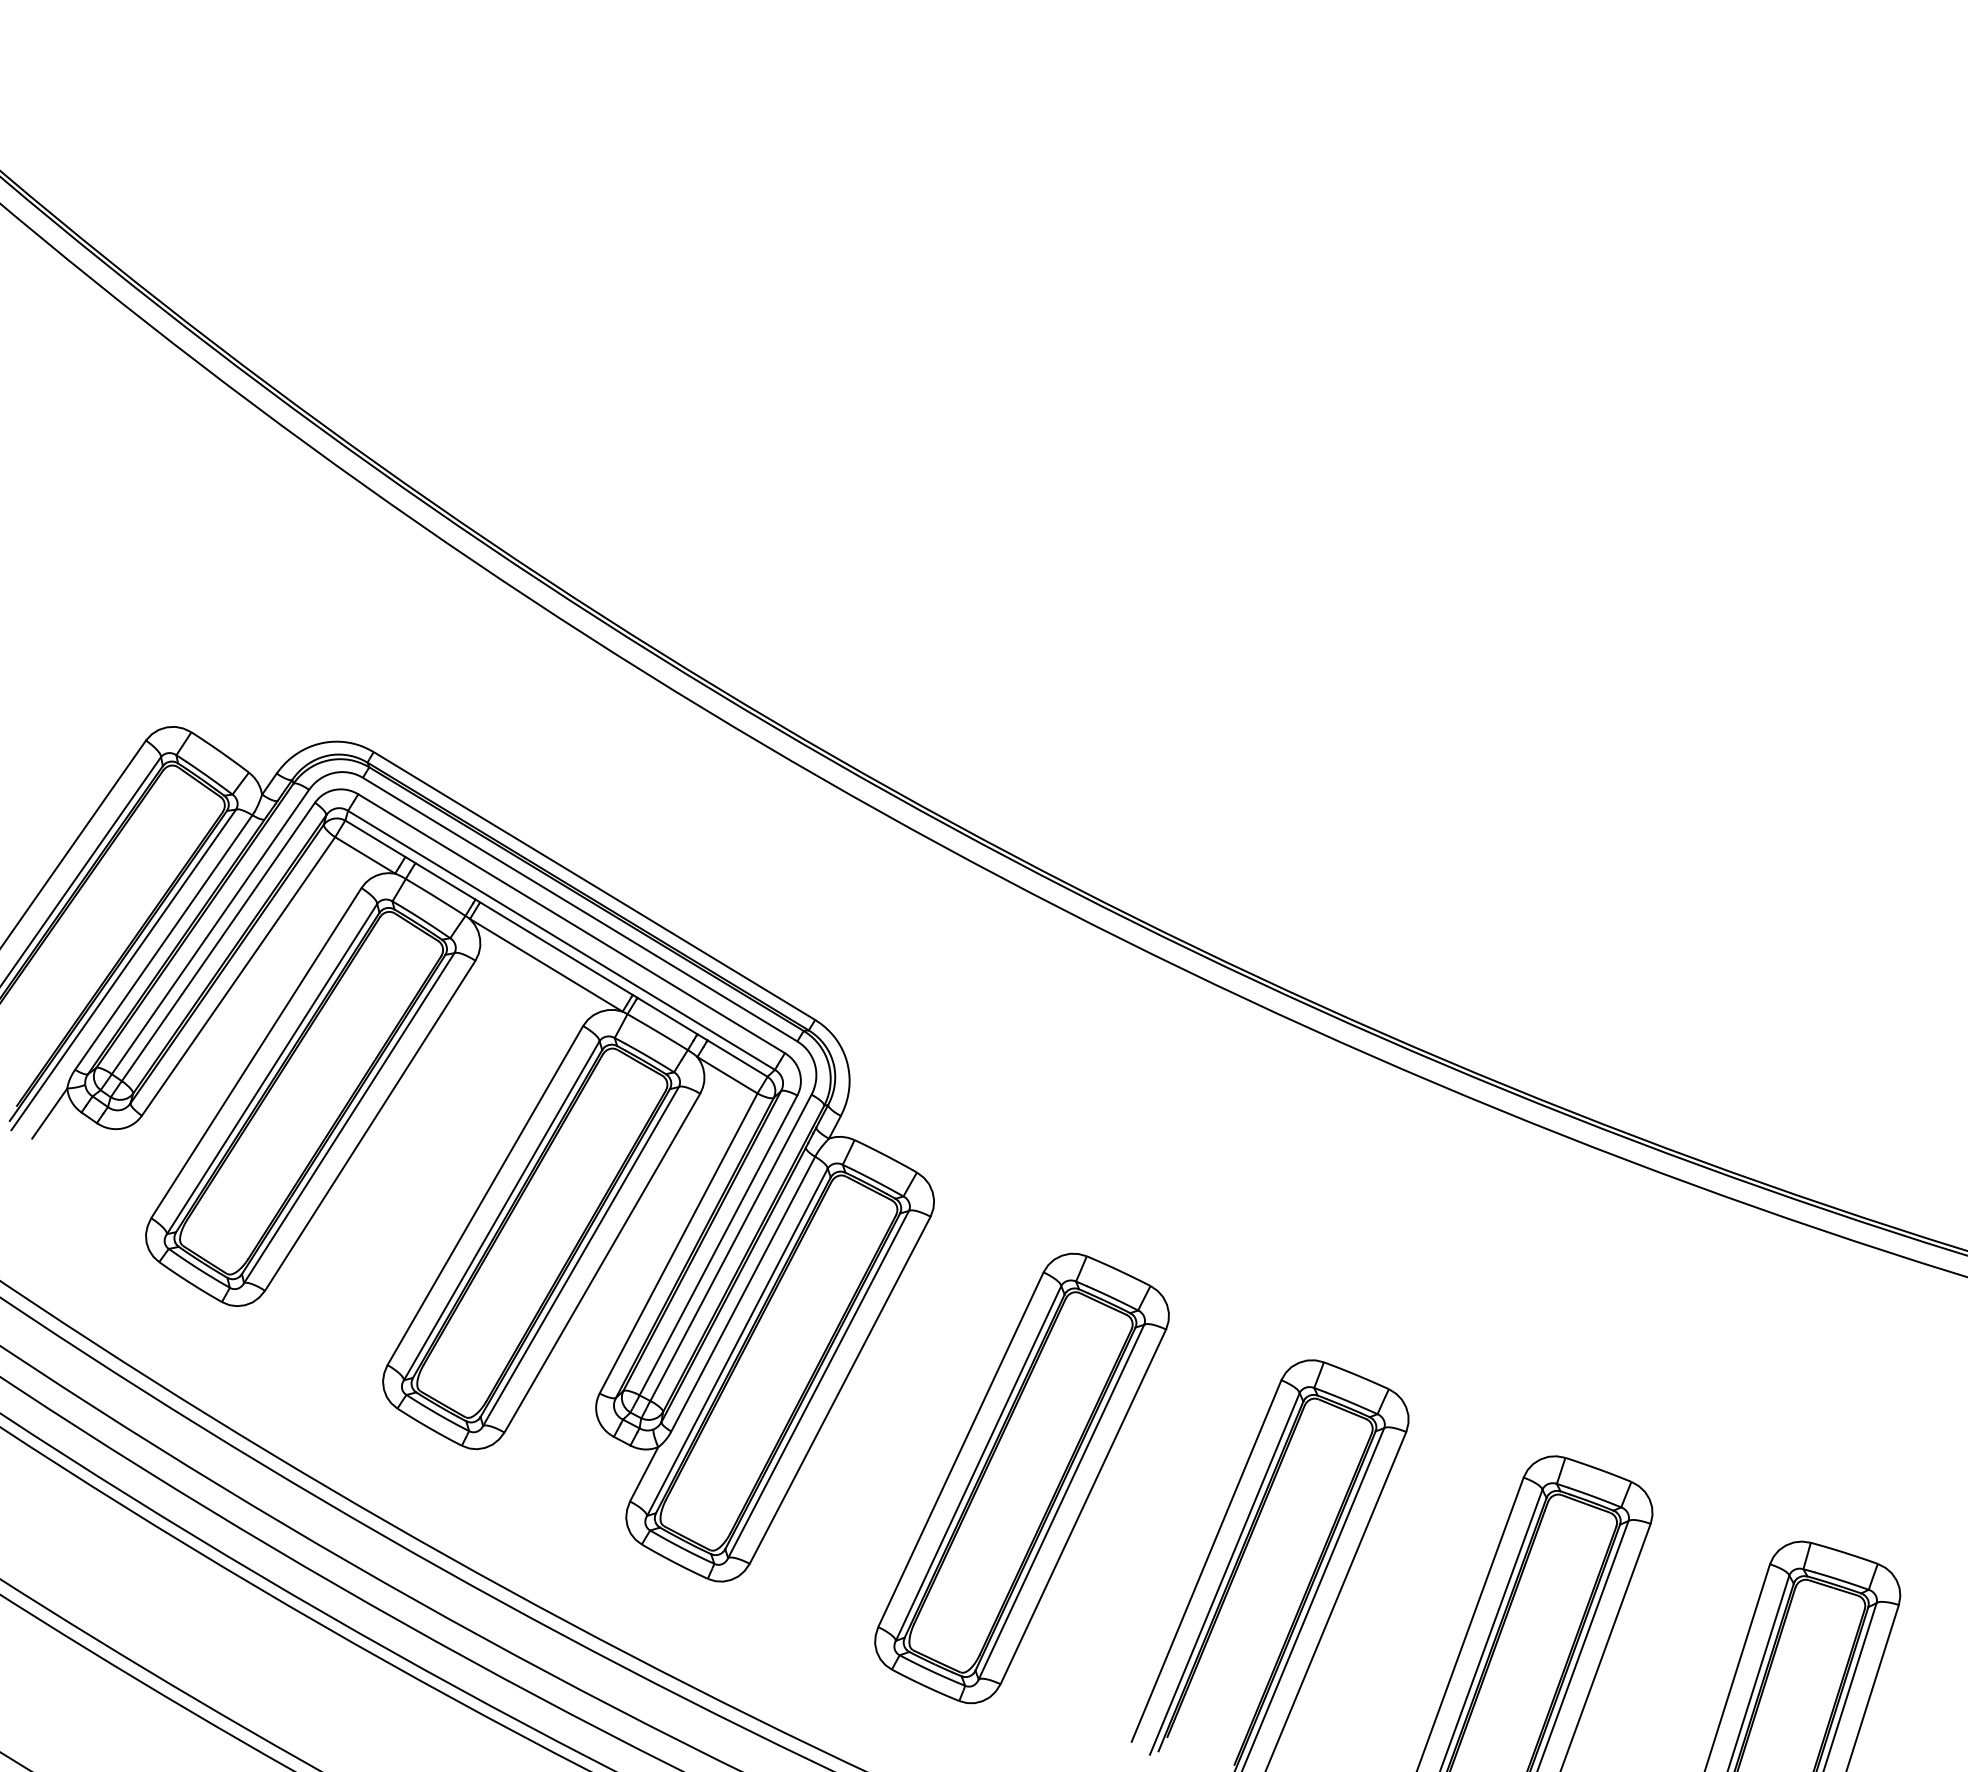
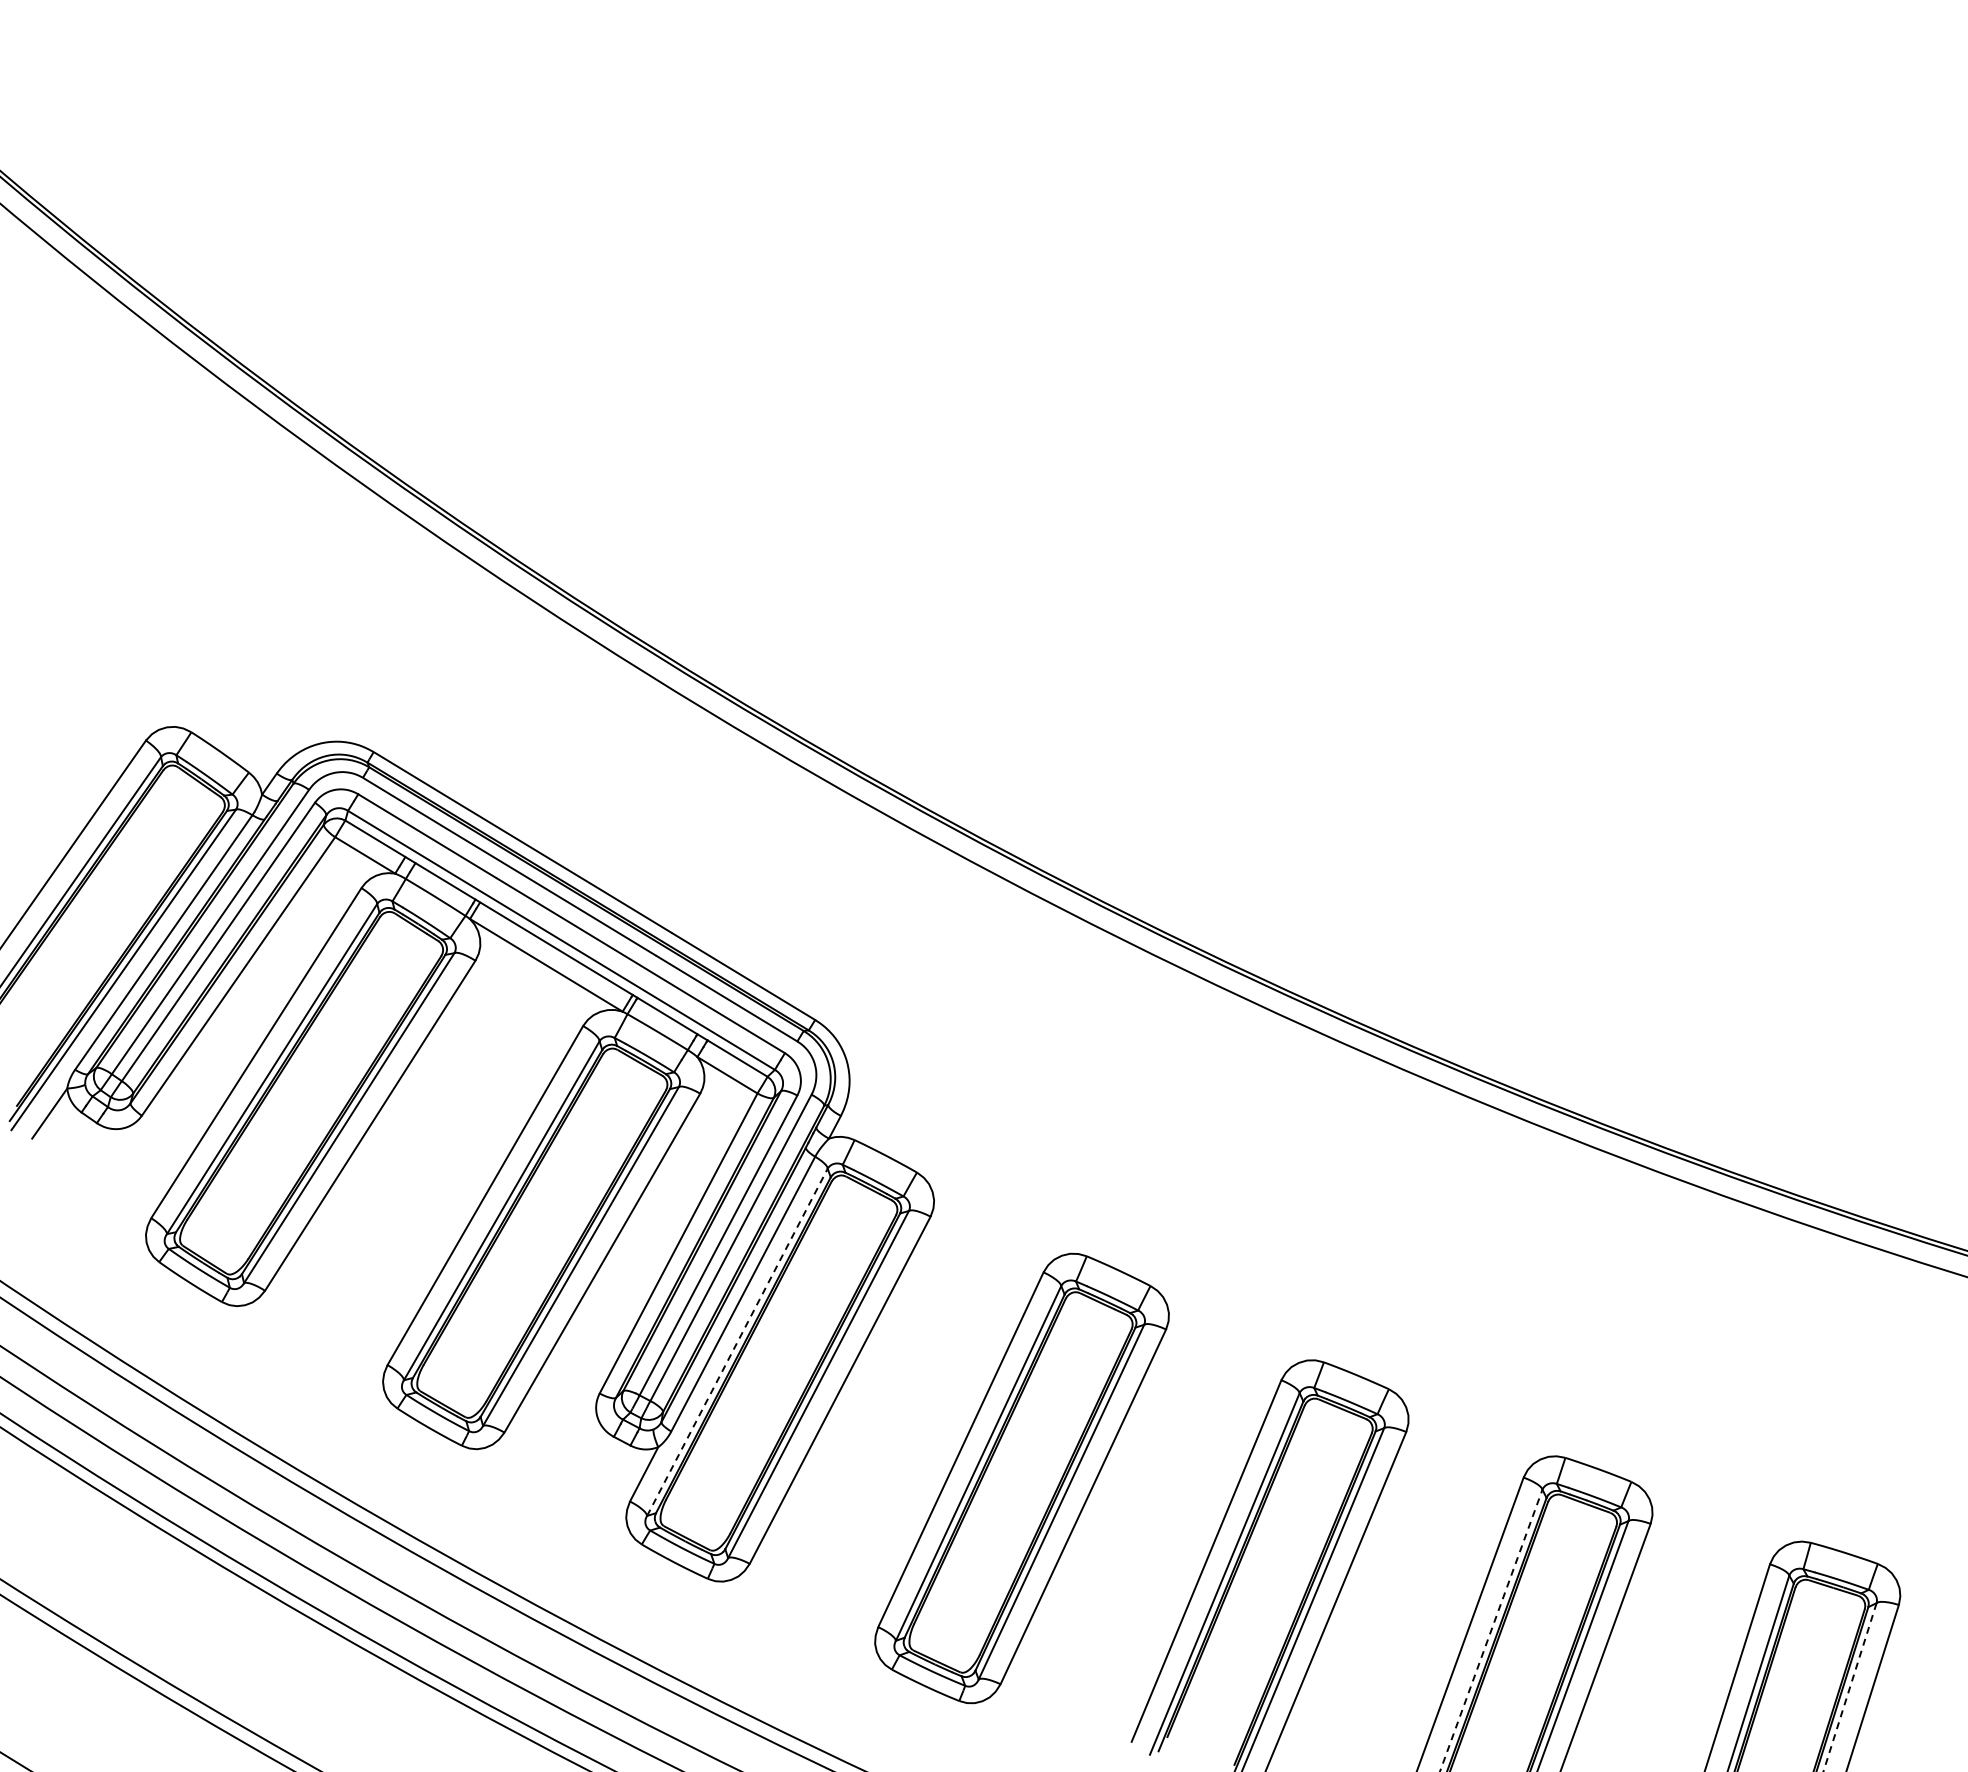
line at (737, 1342): solid -> dashed
line at (1491, 1630): solid -> dashed
line at (1849, 1687): solid -> dashed
